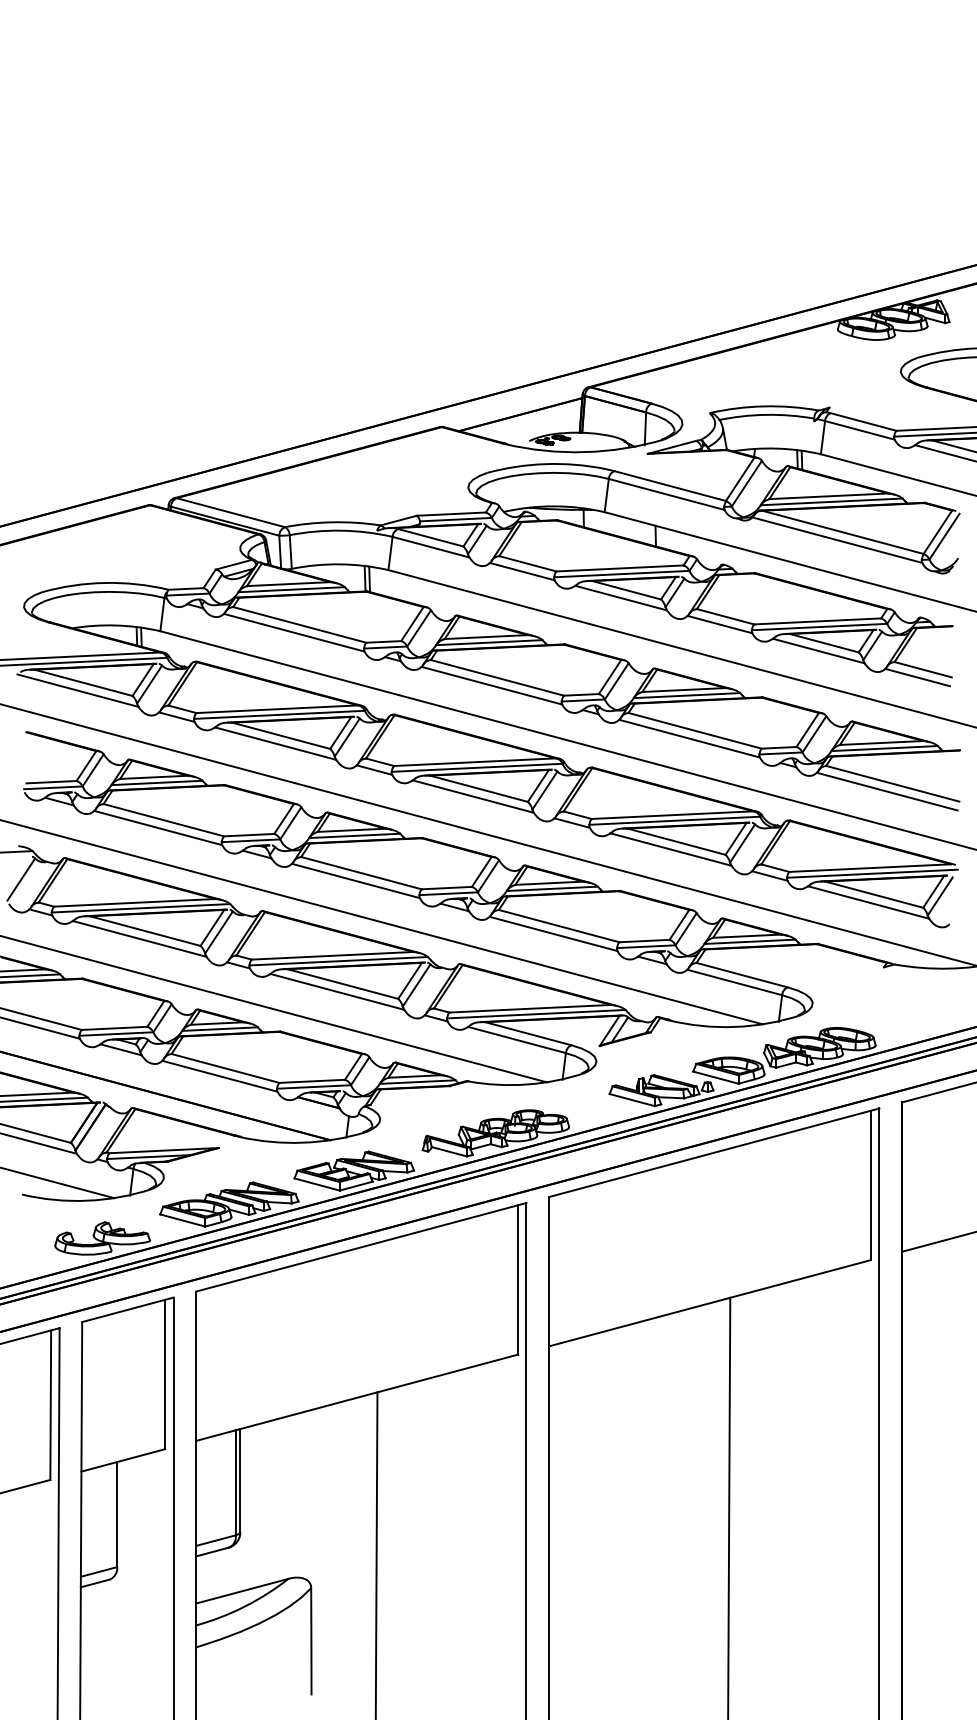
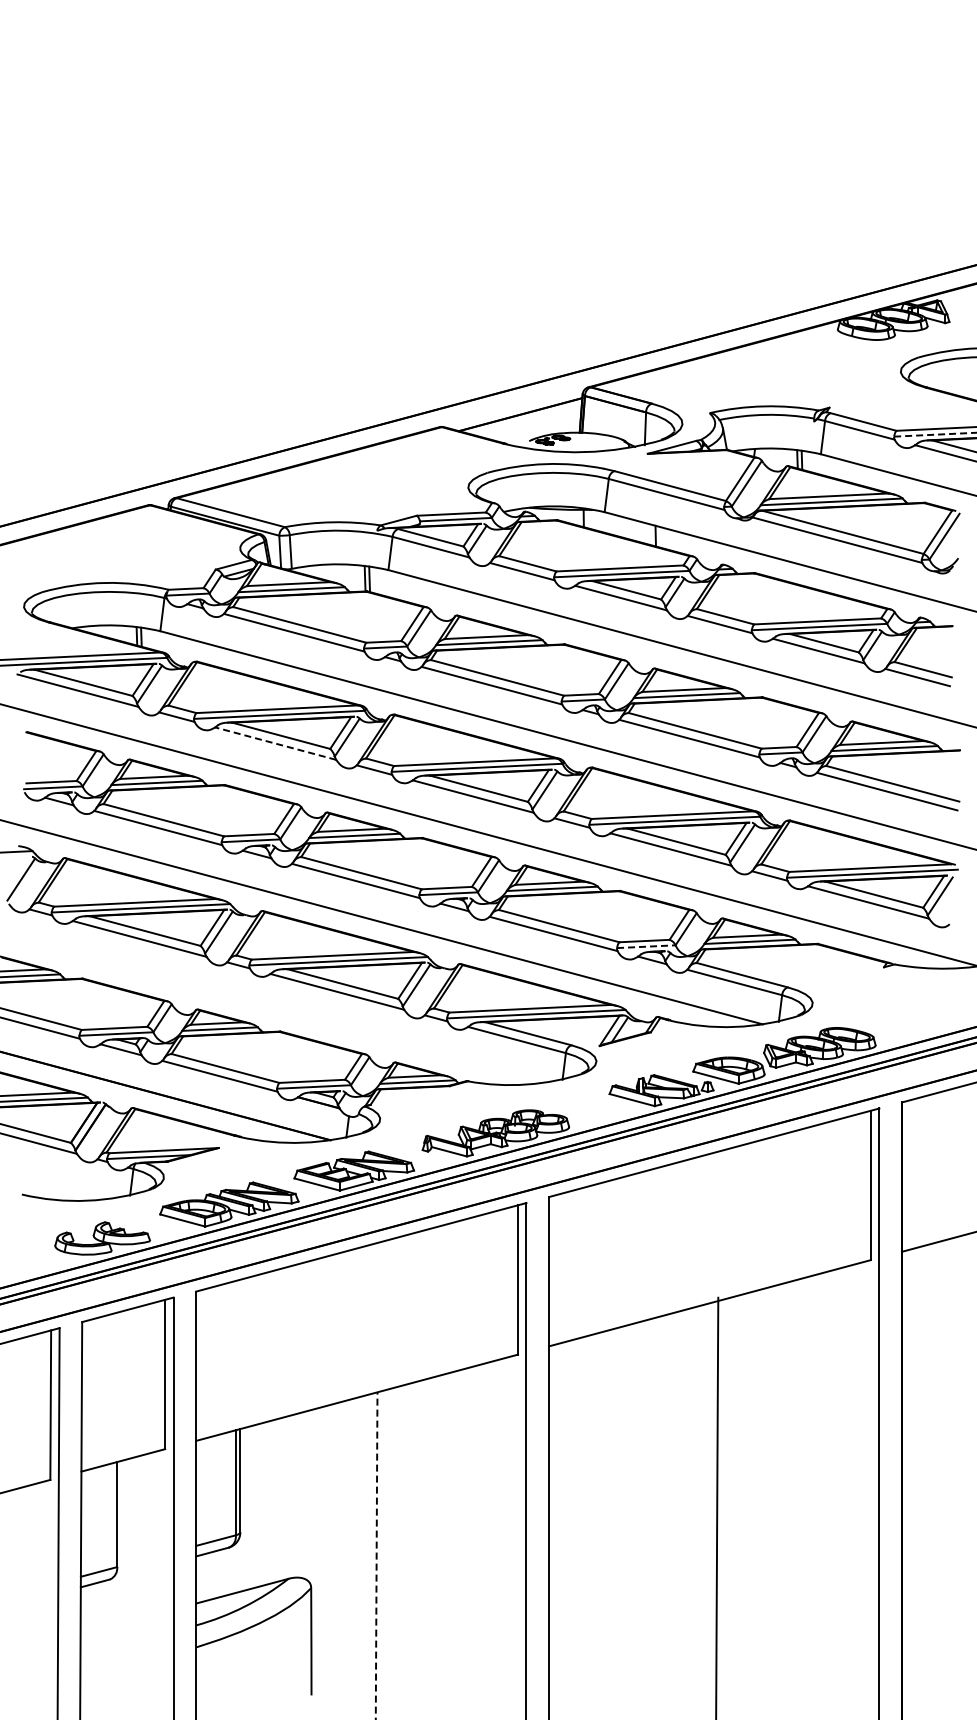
line at (935, 434): solid -> dashed
line at (275, 743): solid -> dashed
line at (646, 946): solid -> dashed
line at (274, 1009): present -> none
line at (58, 1183): present -> none
line at (729, 1506) position: (729, 1506) -> (717, 1506)
line at (376, 1556): solid -> dashed
